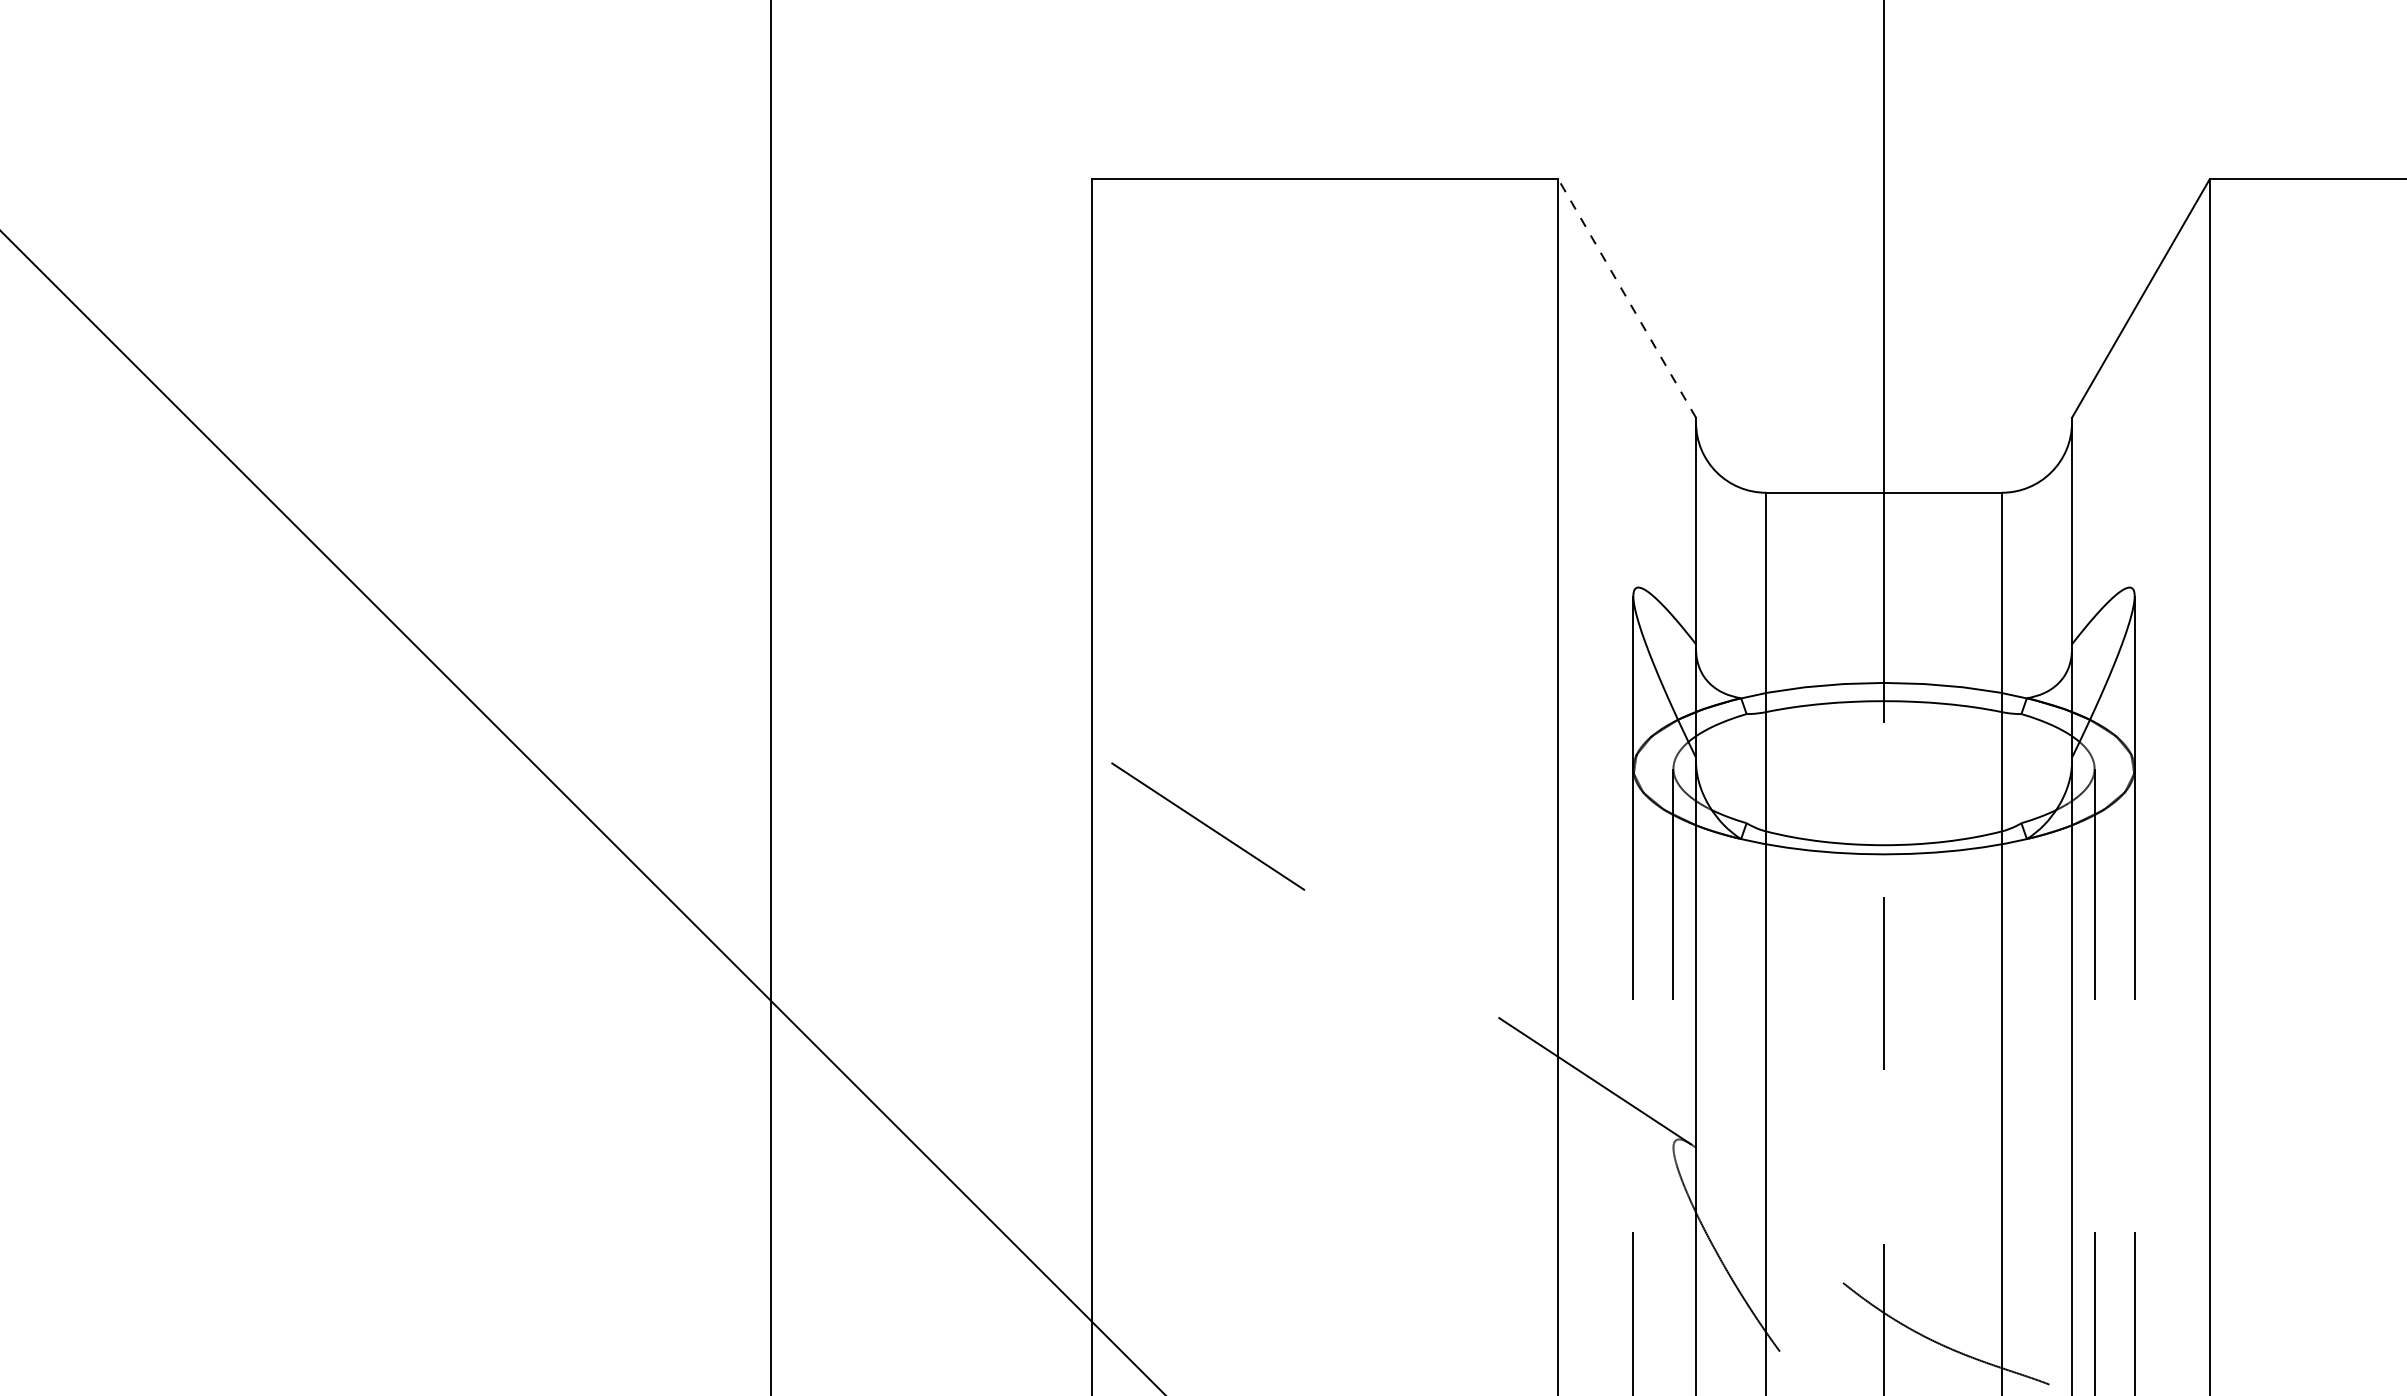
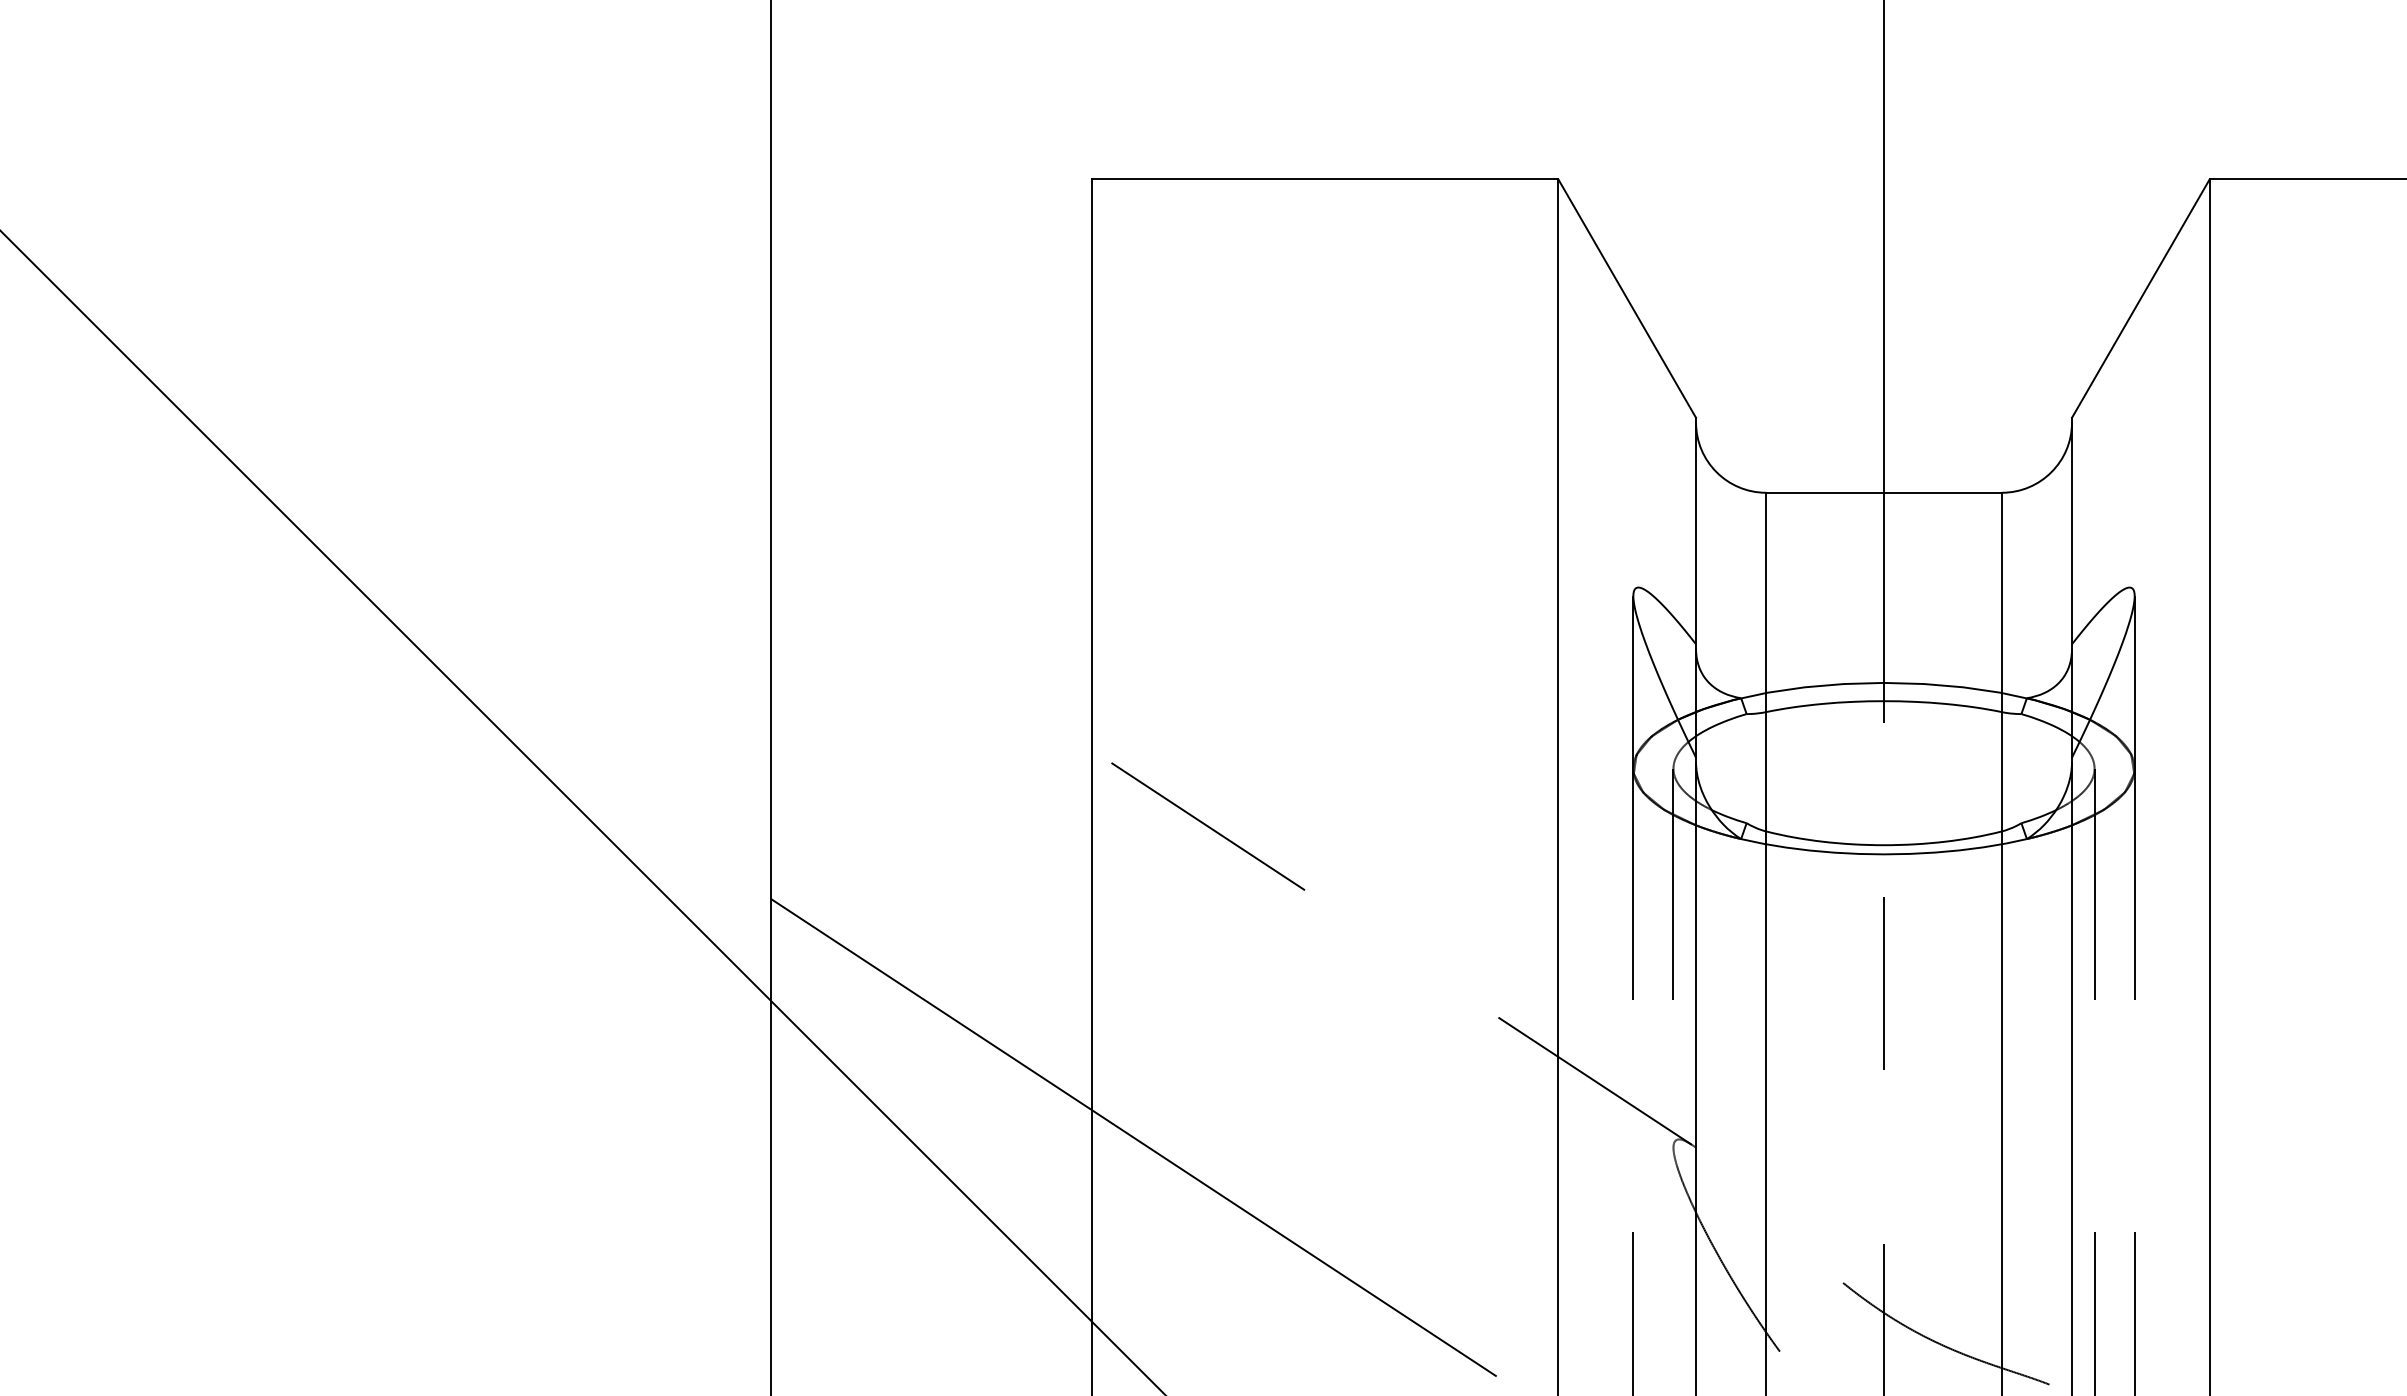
line at (1627, 298): dashed -> solid
line at (1146, 1145): none -> present
